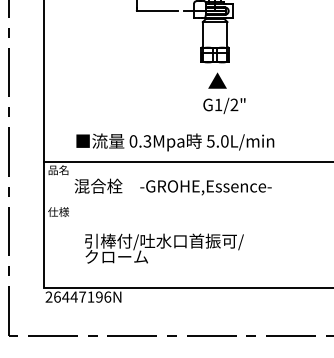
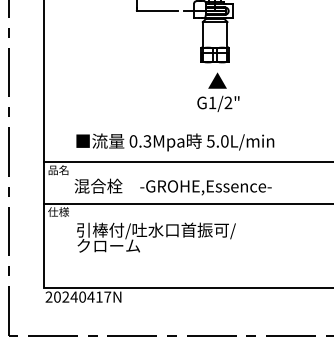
text at (224, 105) position: (224, 105) -> (218, 103)
line at (187, 204): none -> present
text at (164, 248) position: (164, 248) -> (156, 237)
text at (82, 296): 26447196N -> 20240417N
